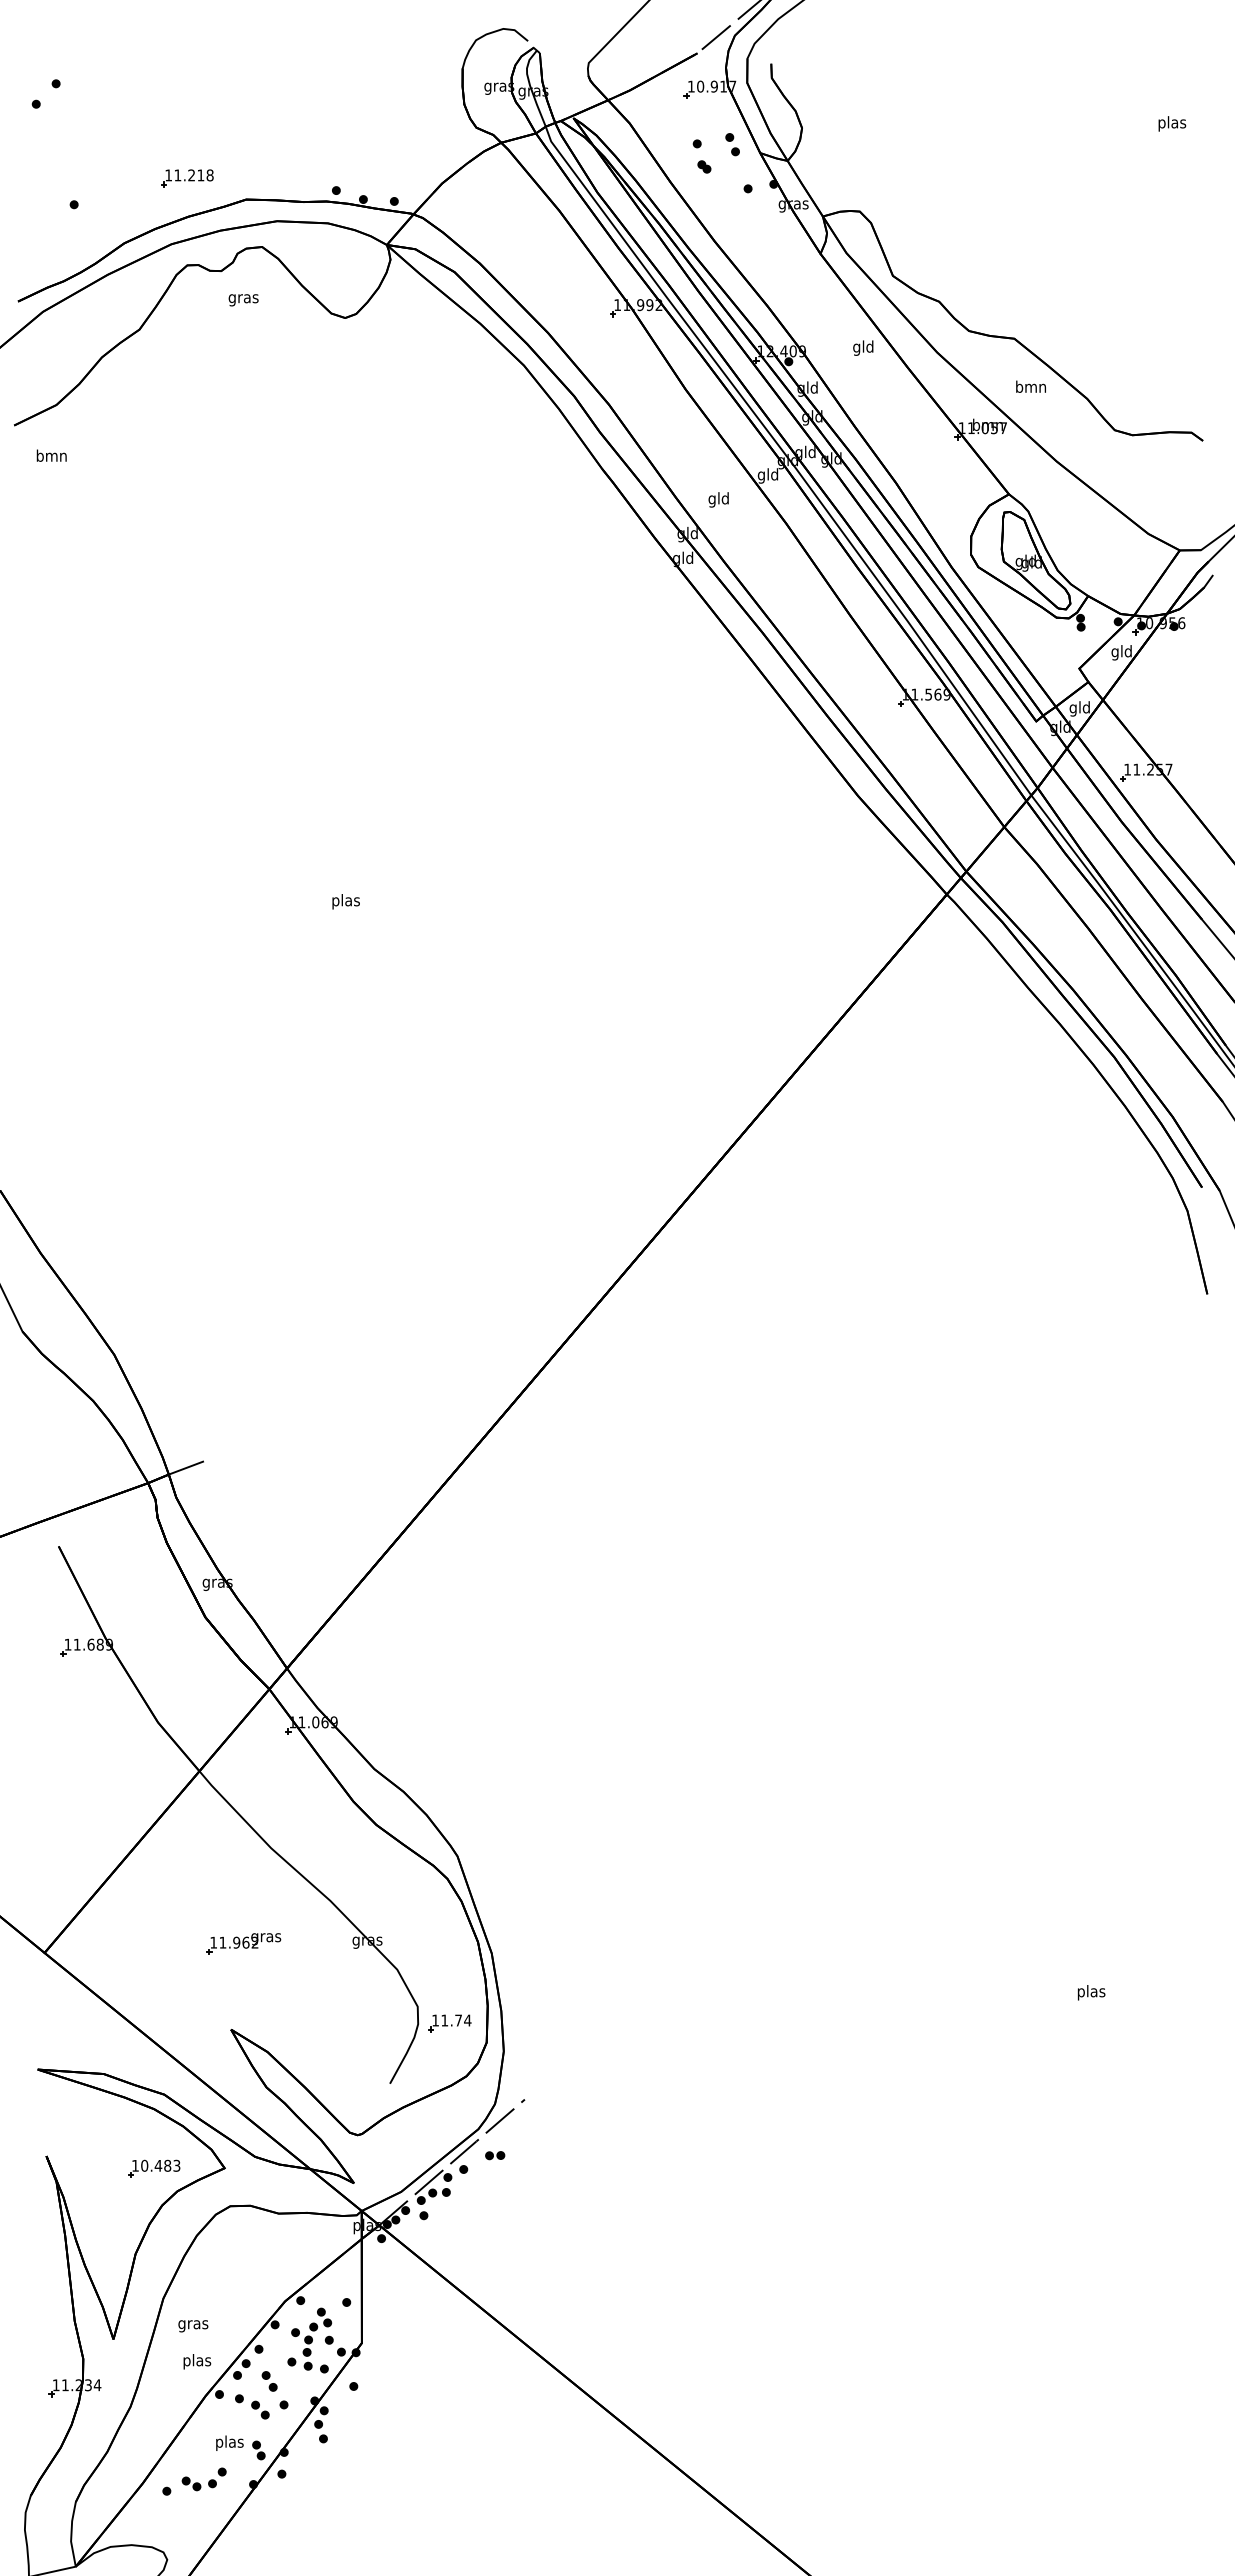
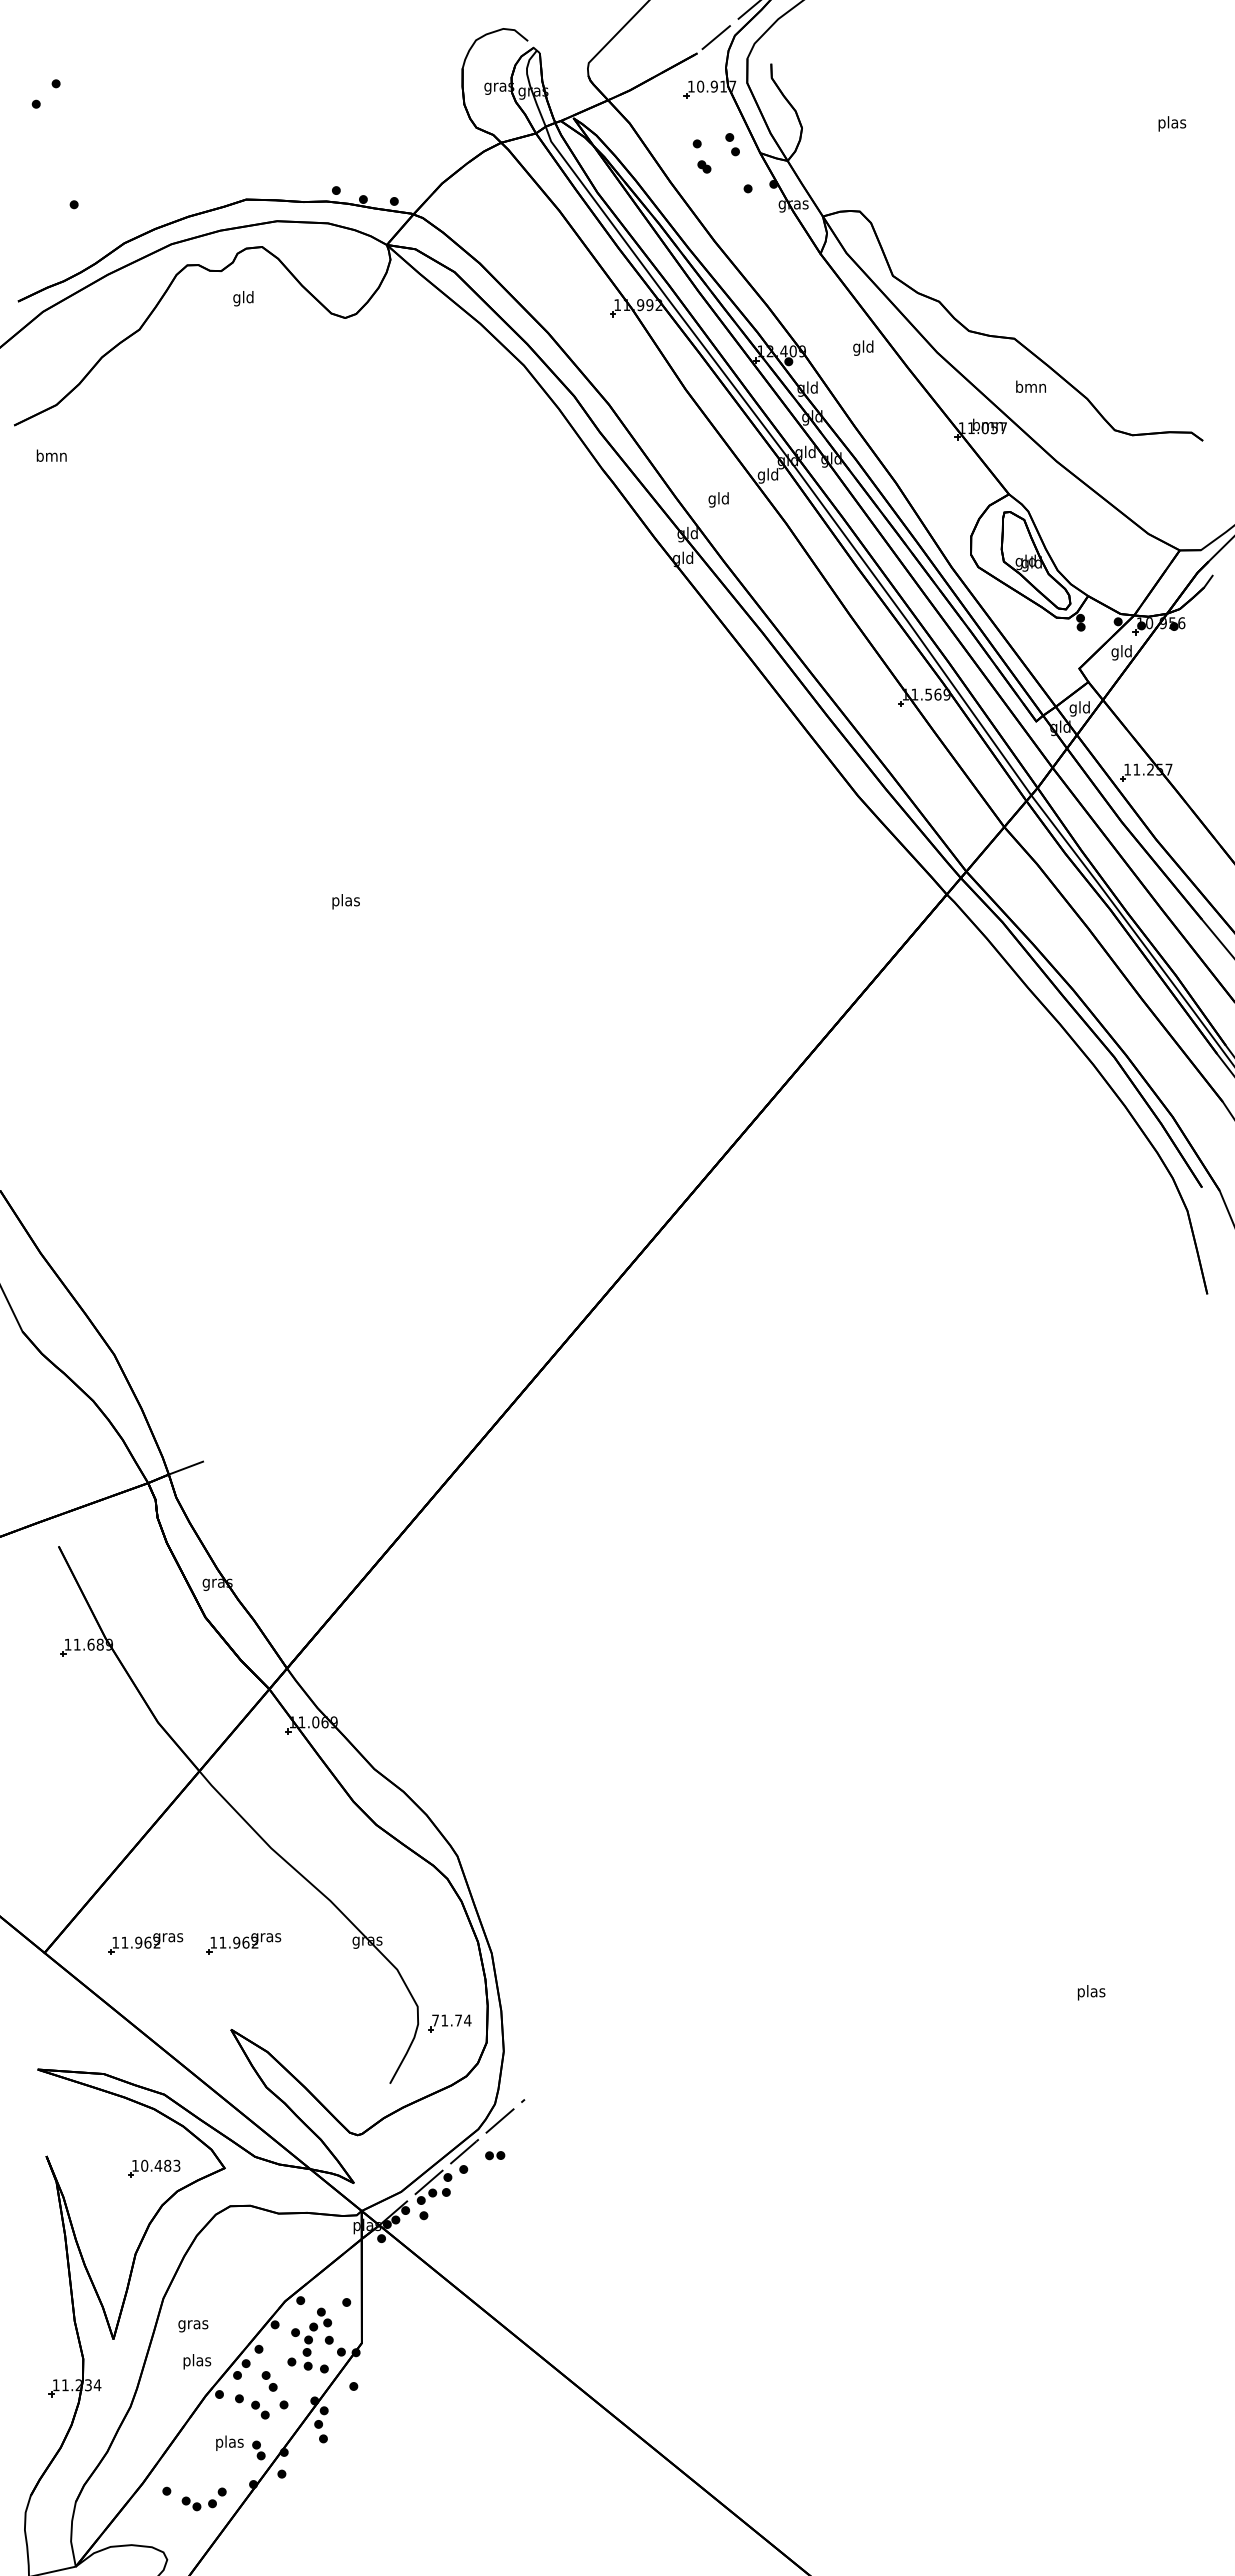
part at (187, 178): present -> none
text at (243, 298): gras -> gld
part at (145, 1943): none -> present
text at (435, 2020): 11.74 -> 71.74
part at (203, 2479) position: (203, 2479) -> (203, 2499)
